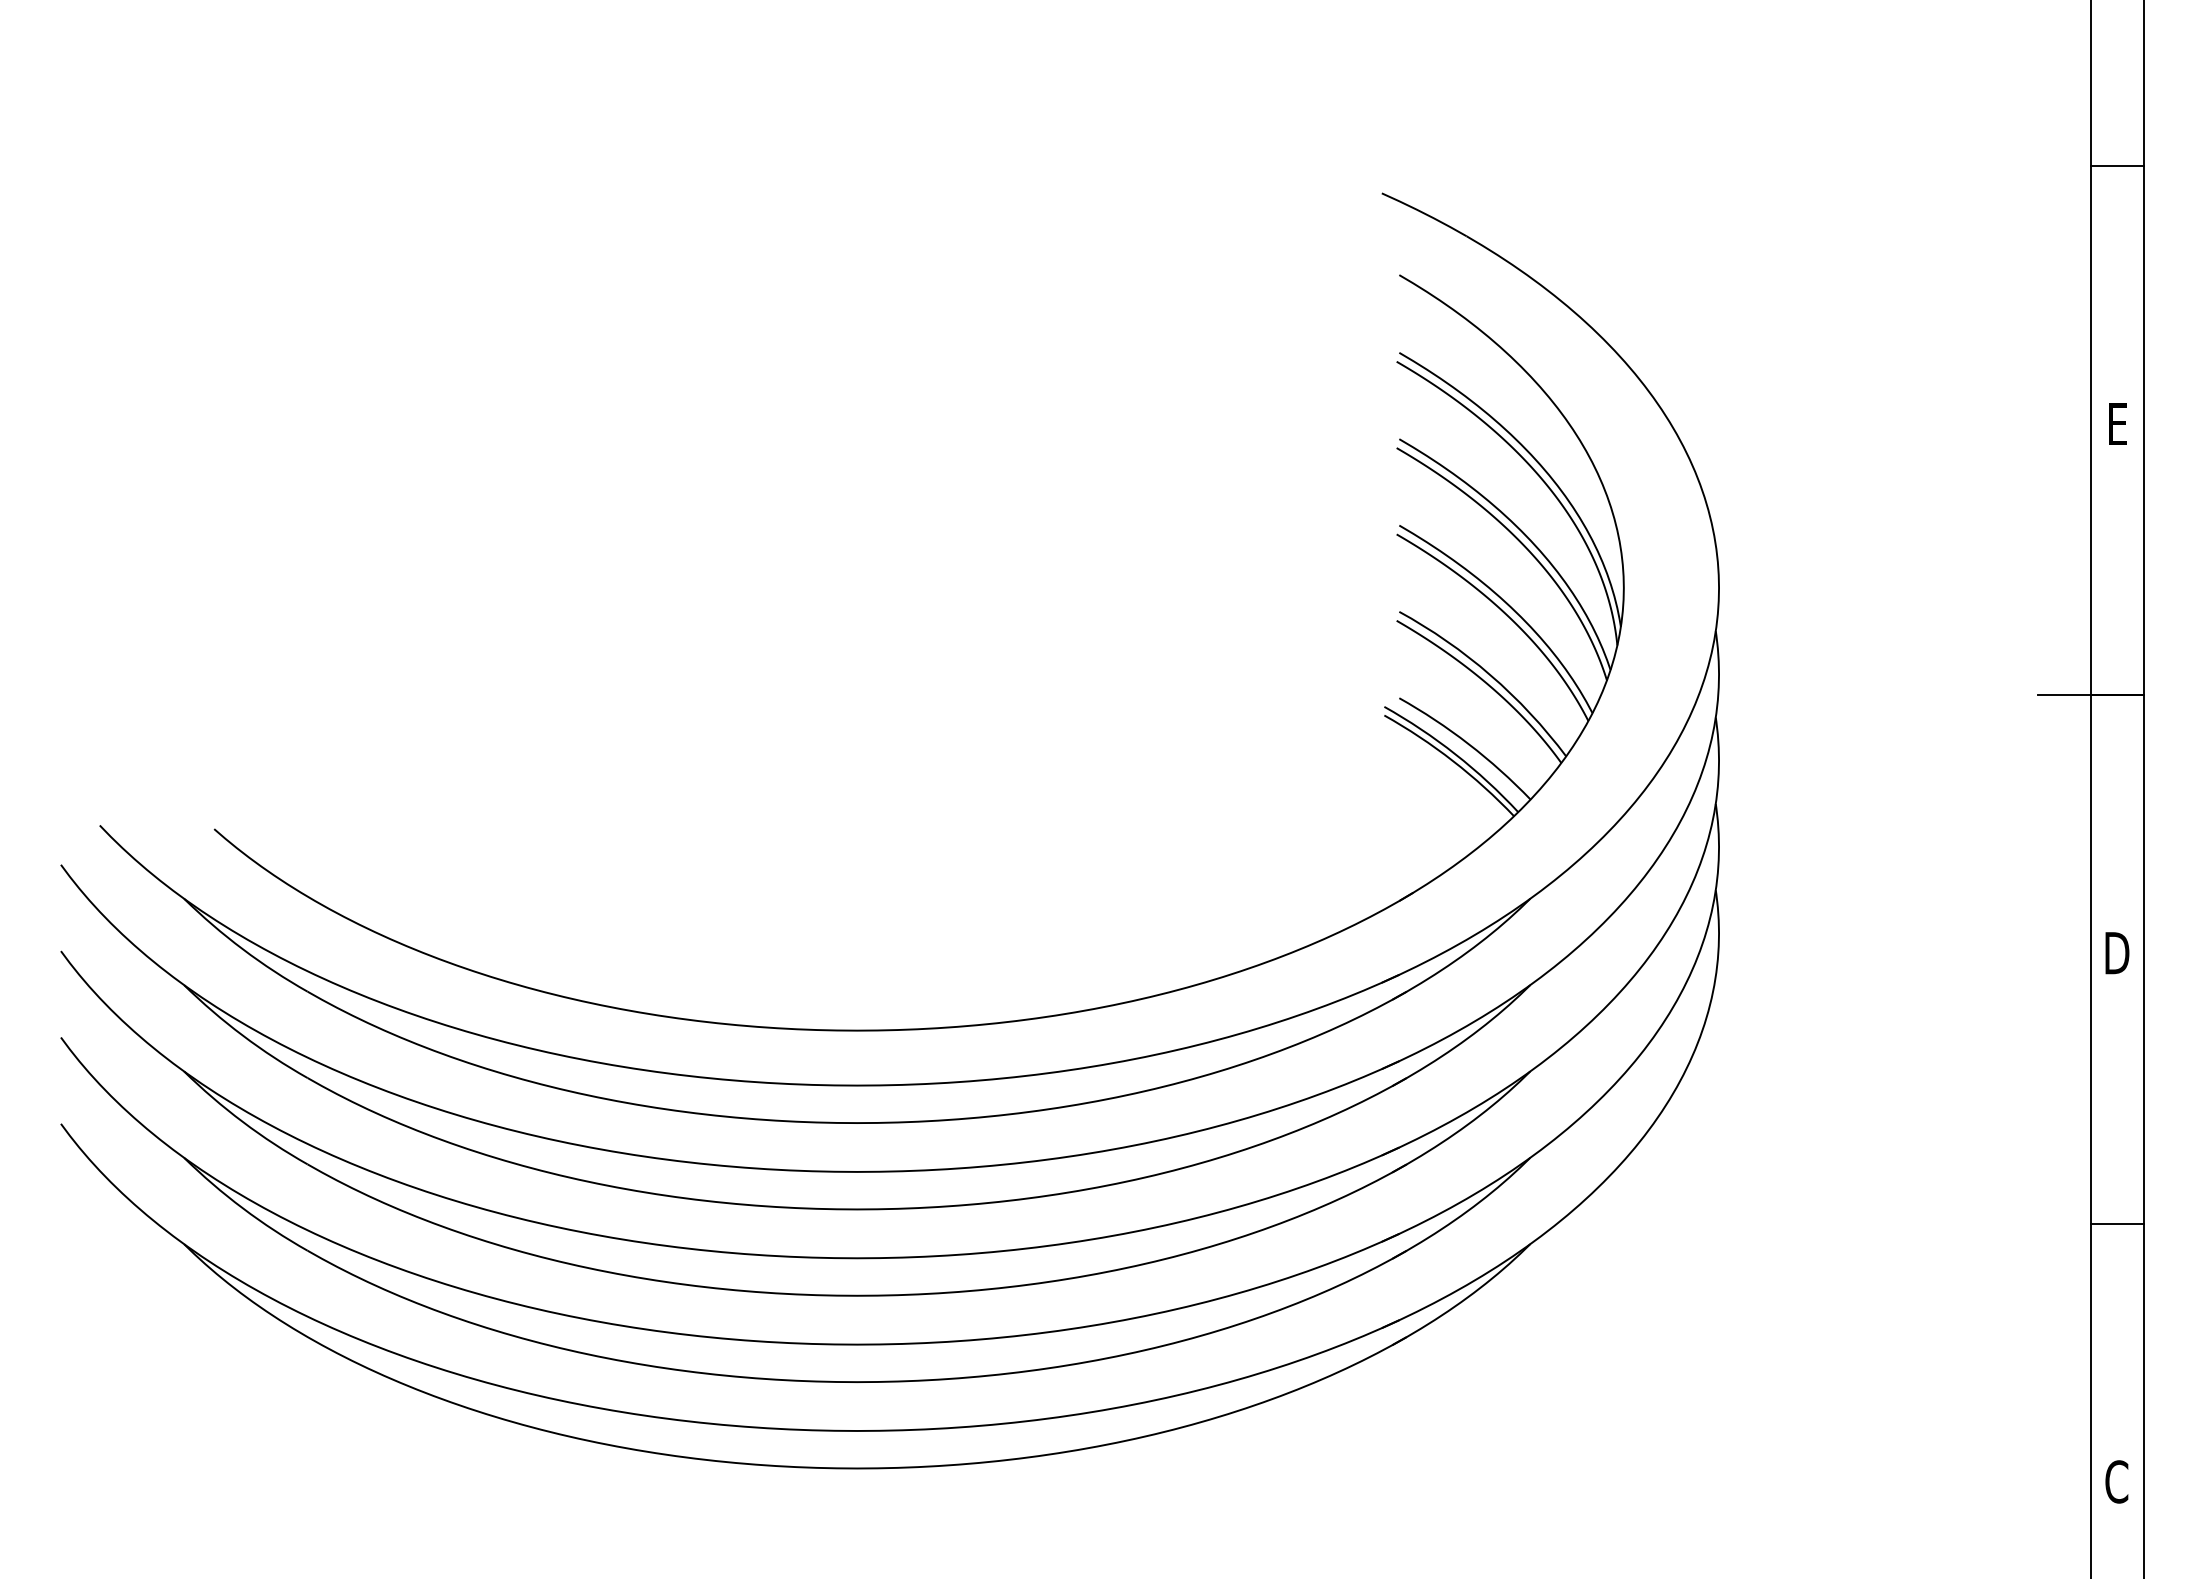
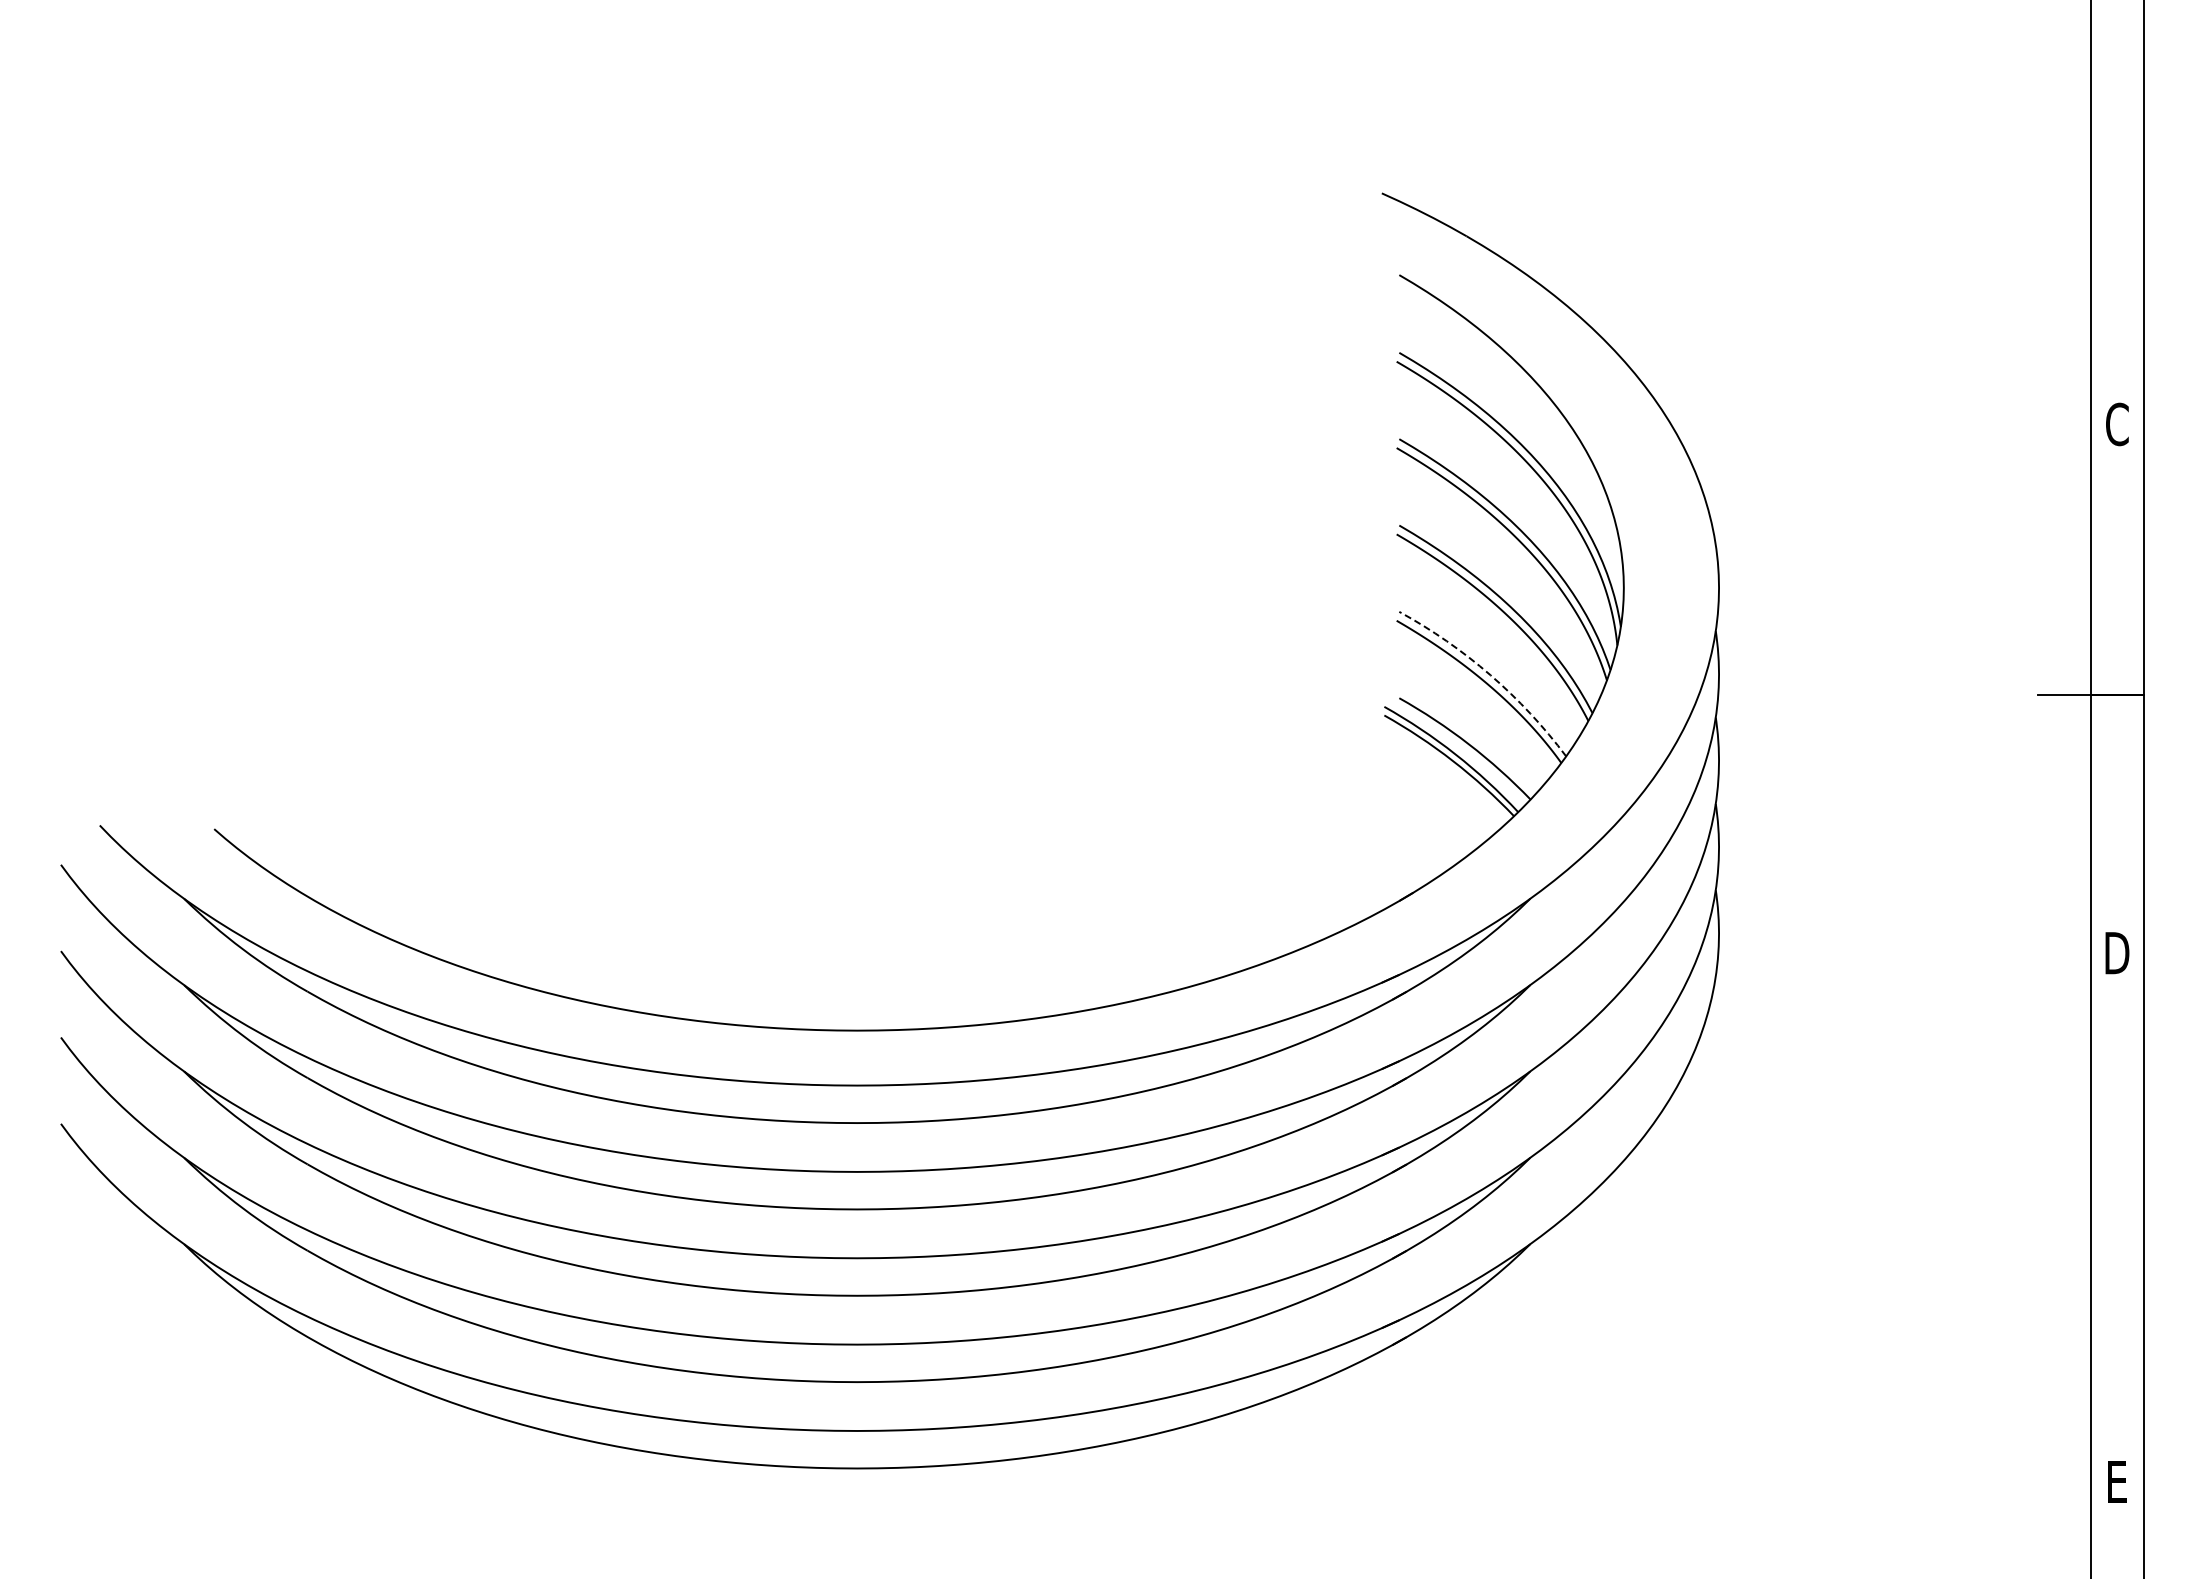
line at (2116, 166): present -> none
text at (2117, 424): E -> C
arc at (1490, 675): solid -> dashed
line at (2116, 1223): present -> none
text at (2116, 1481): C -> E
